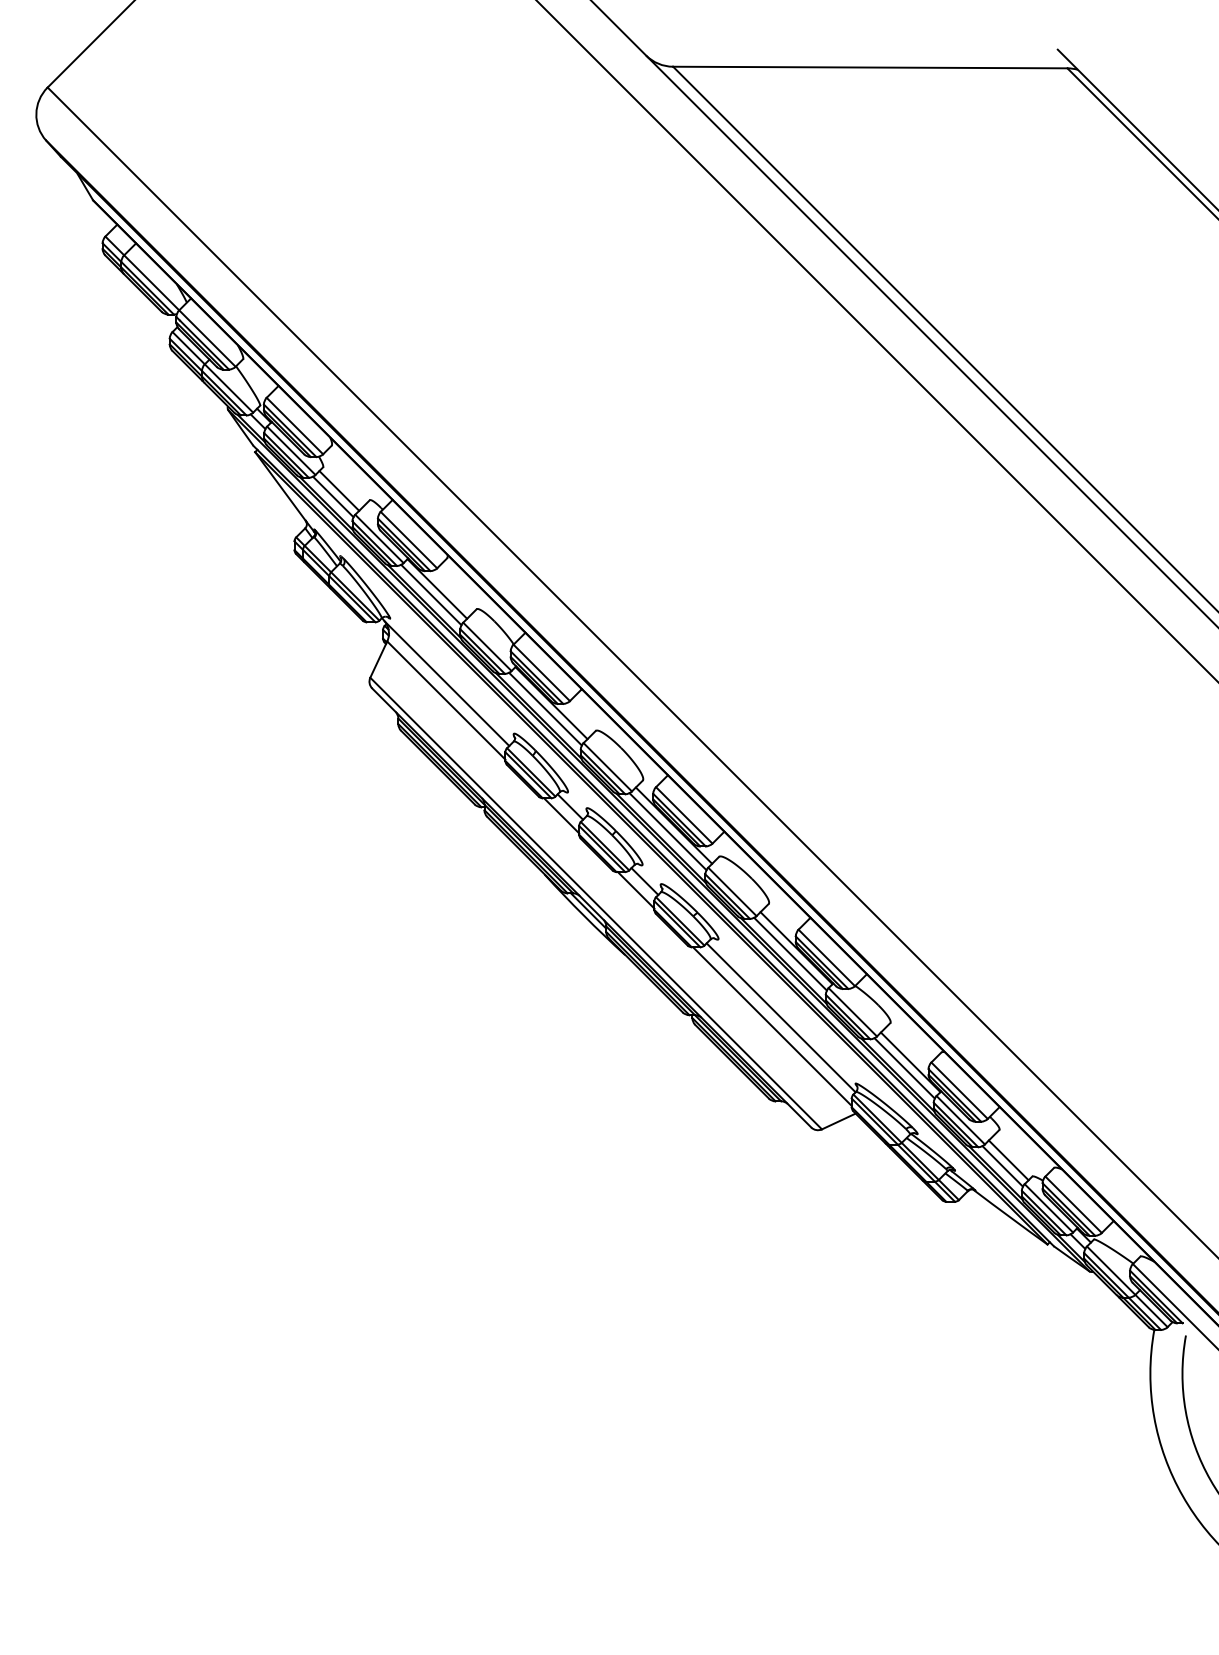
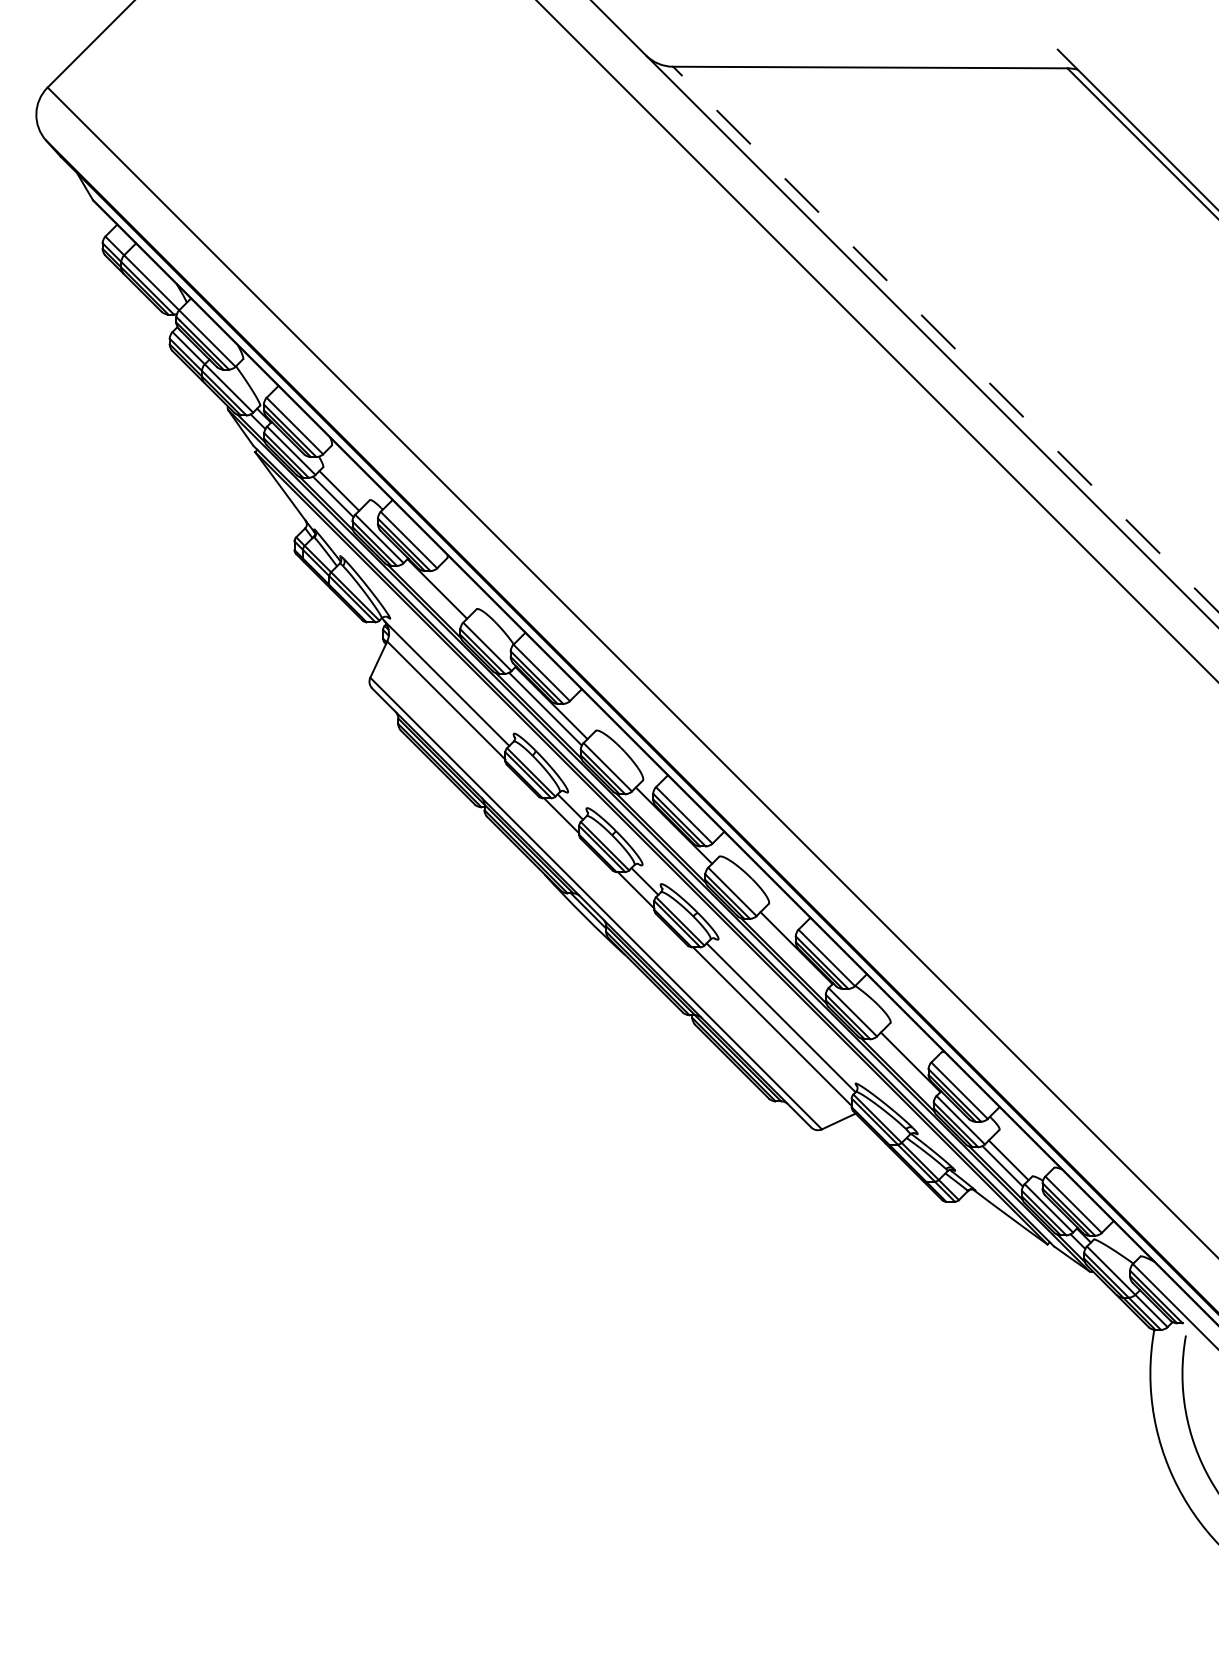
line at (945, 339): solid -> dashed
line at (431, 594): present -> none
line at (667, 831): present -> none
line at (790, 953): present -> none
line at (904, 1068): present -> none
